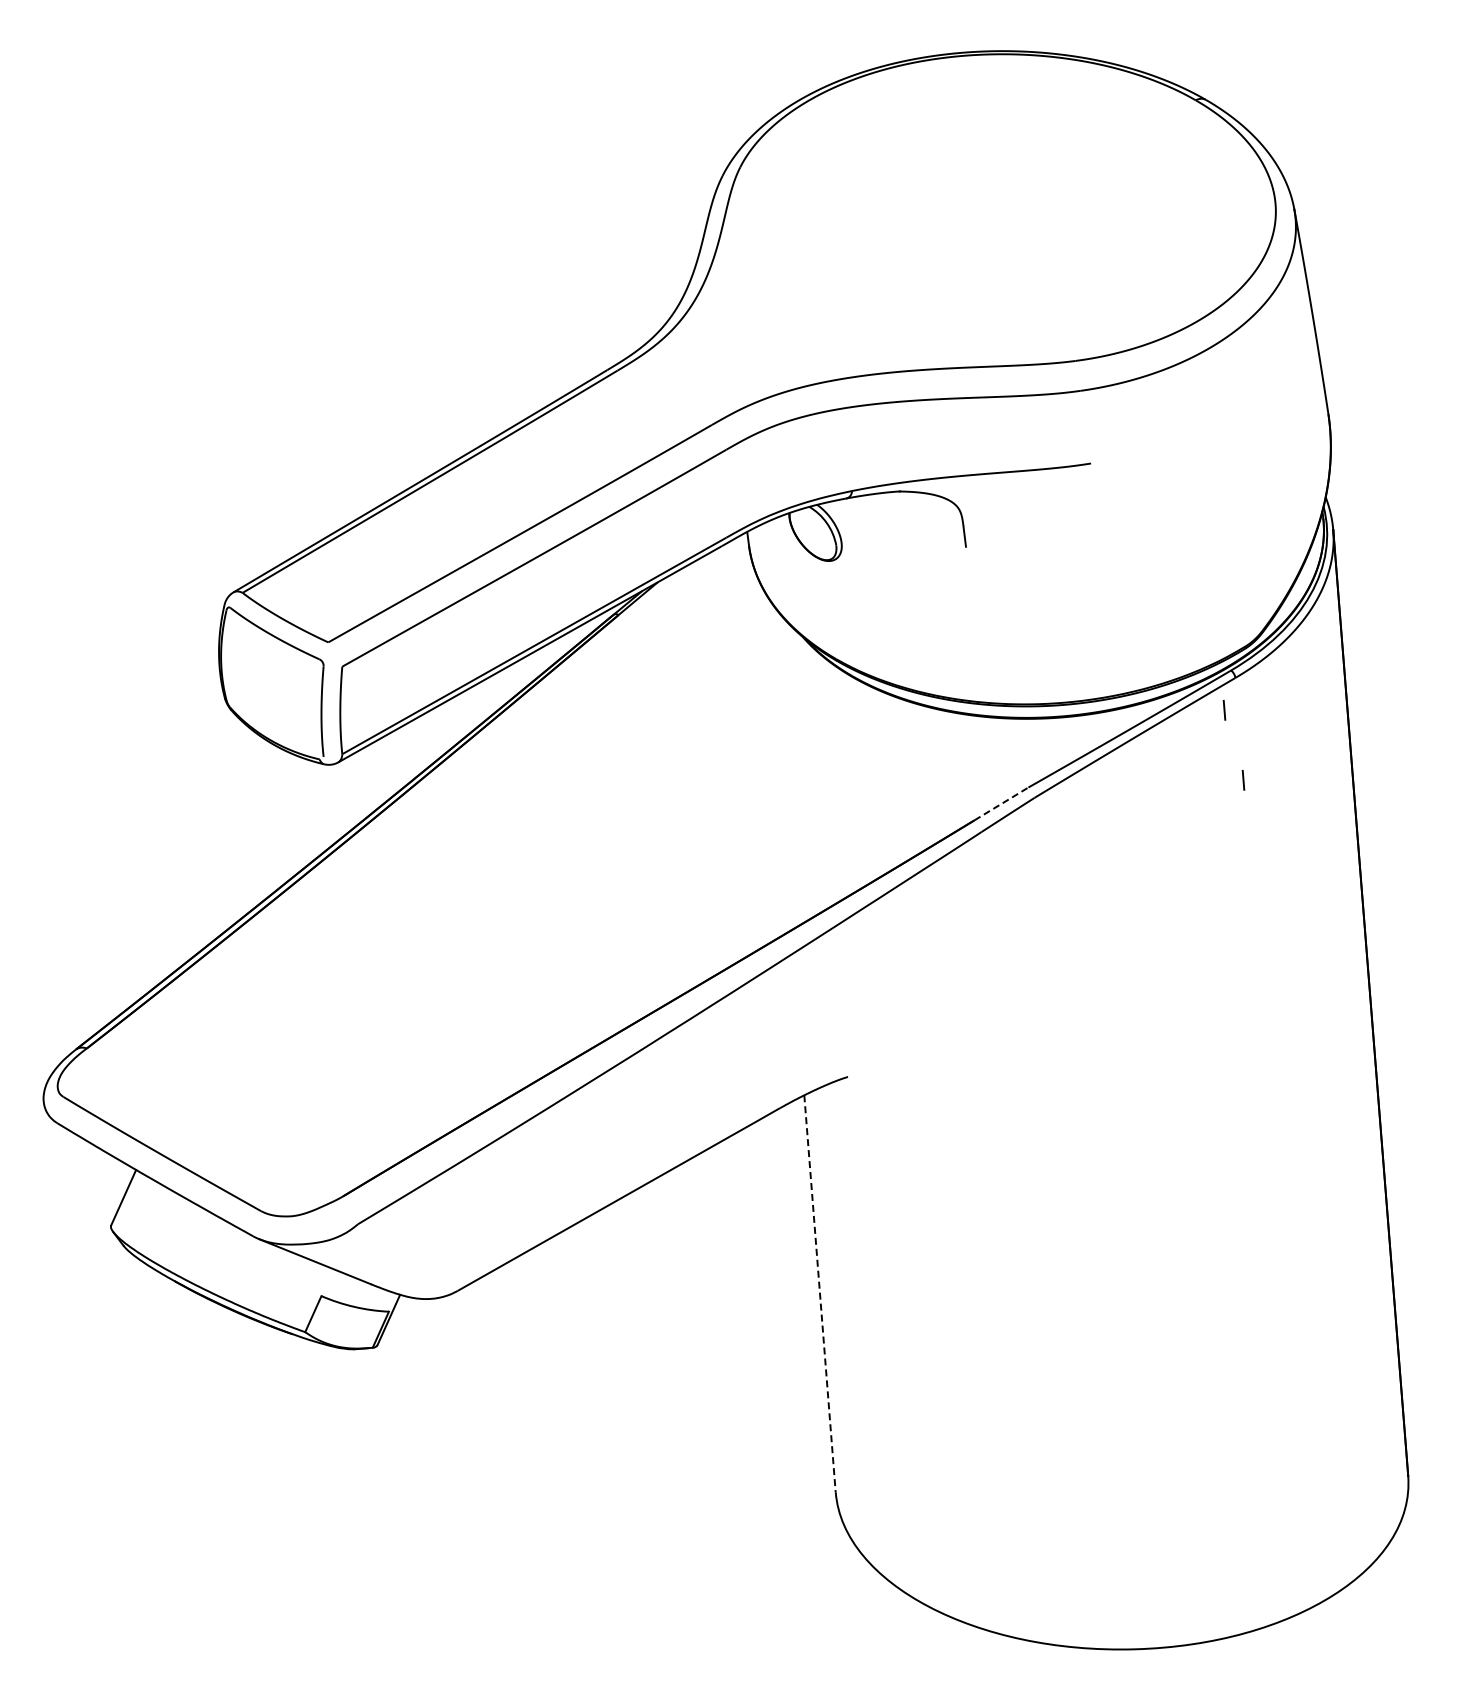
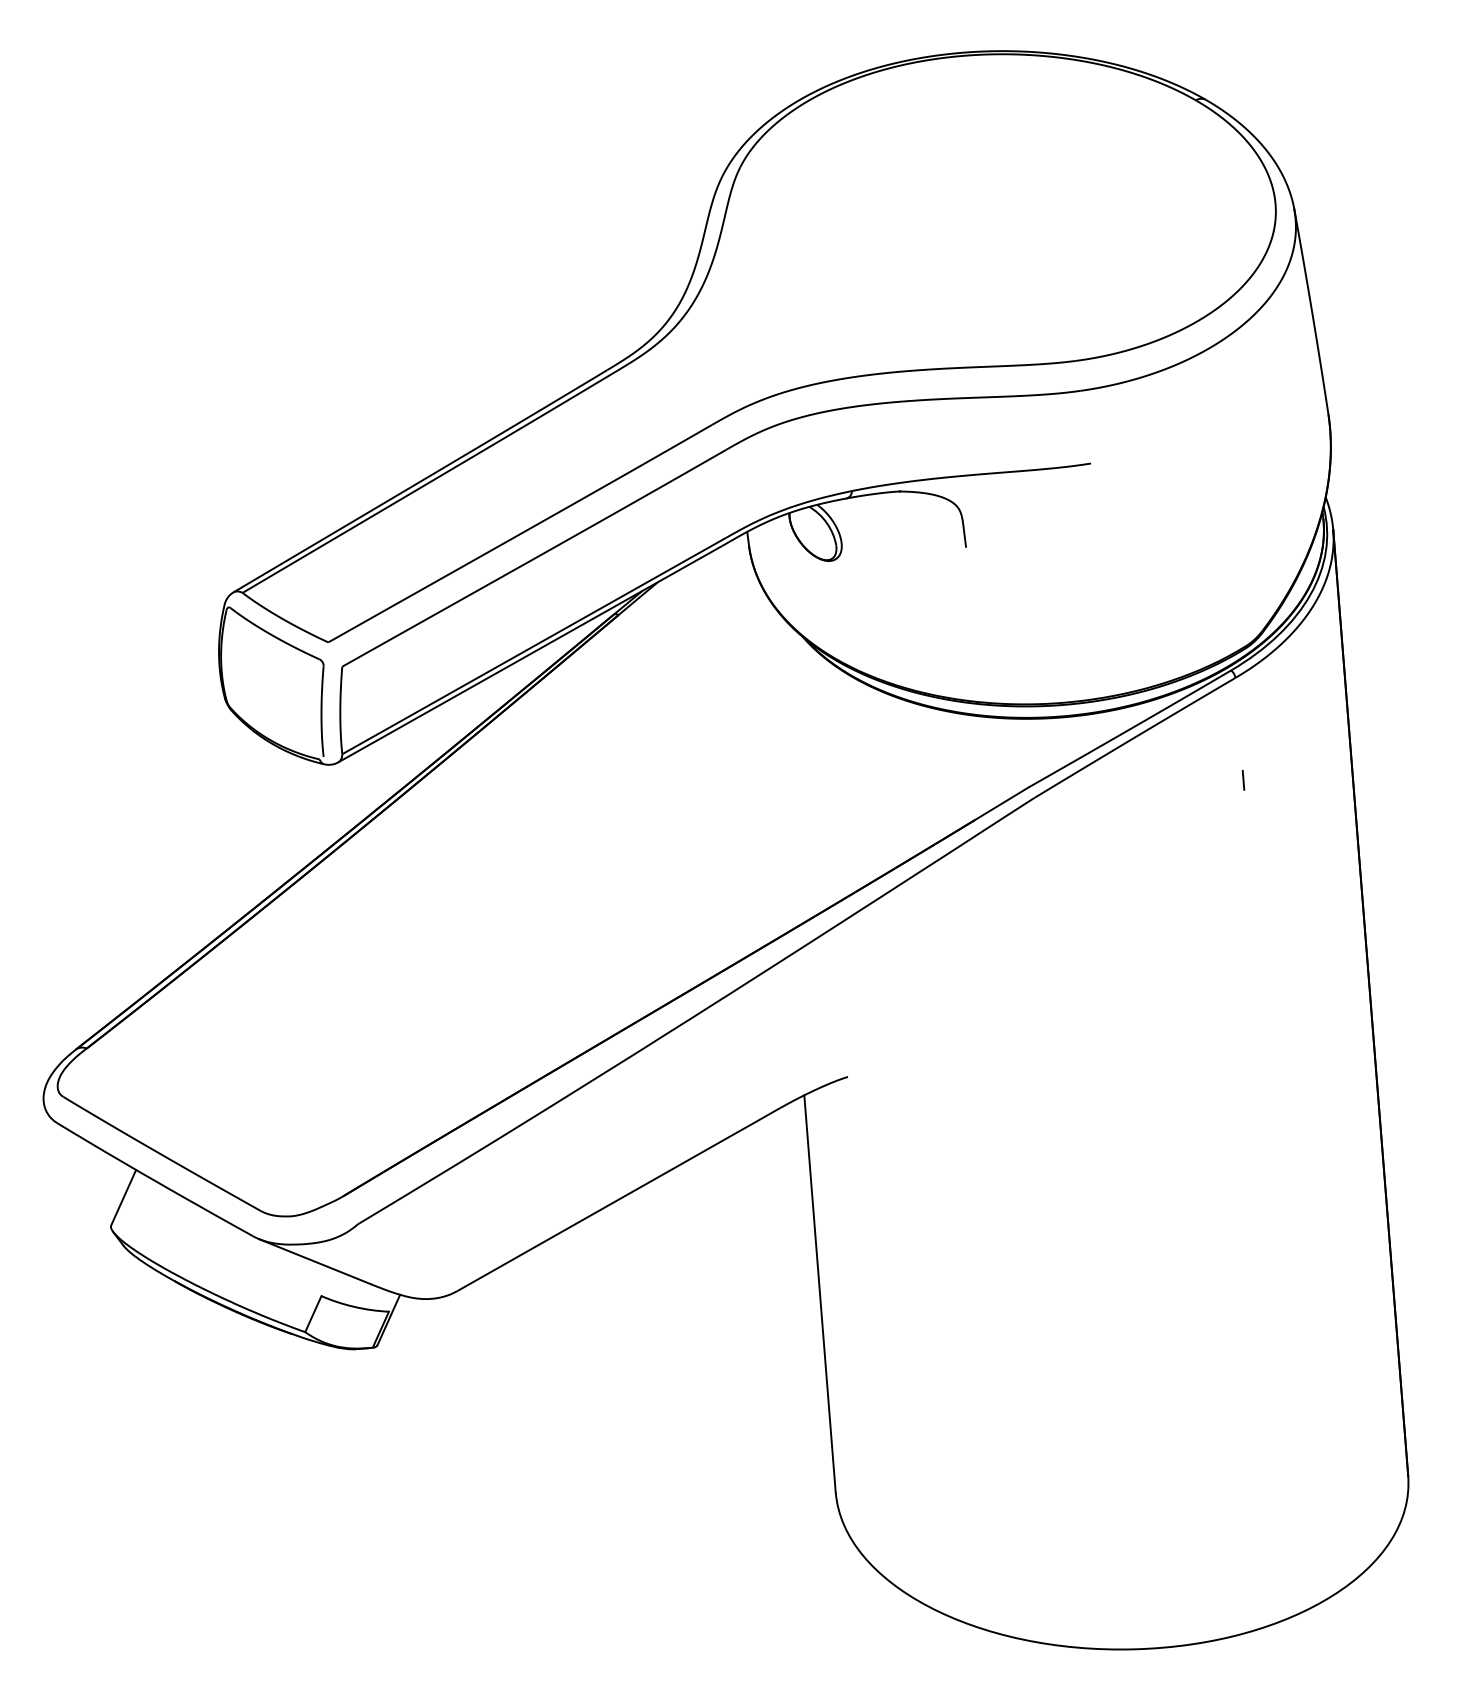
line at (1224, 710): present -> none
line at (1001, 803): dashed -> solid
line at (820, 1294): dashed -> solid
